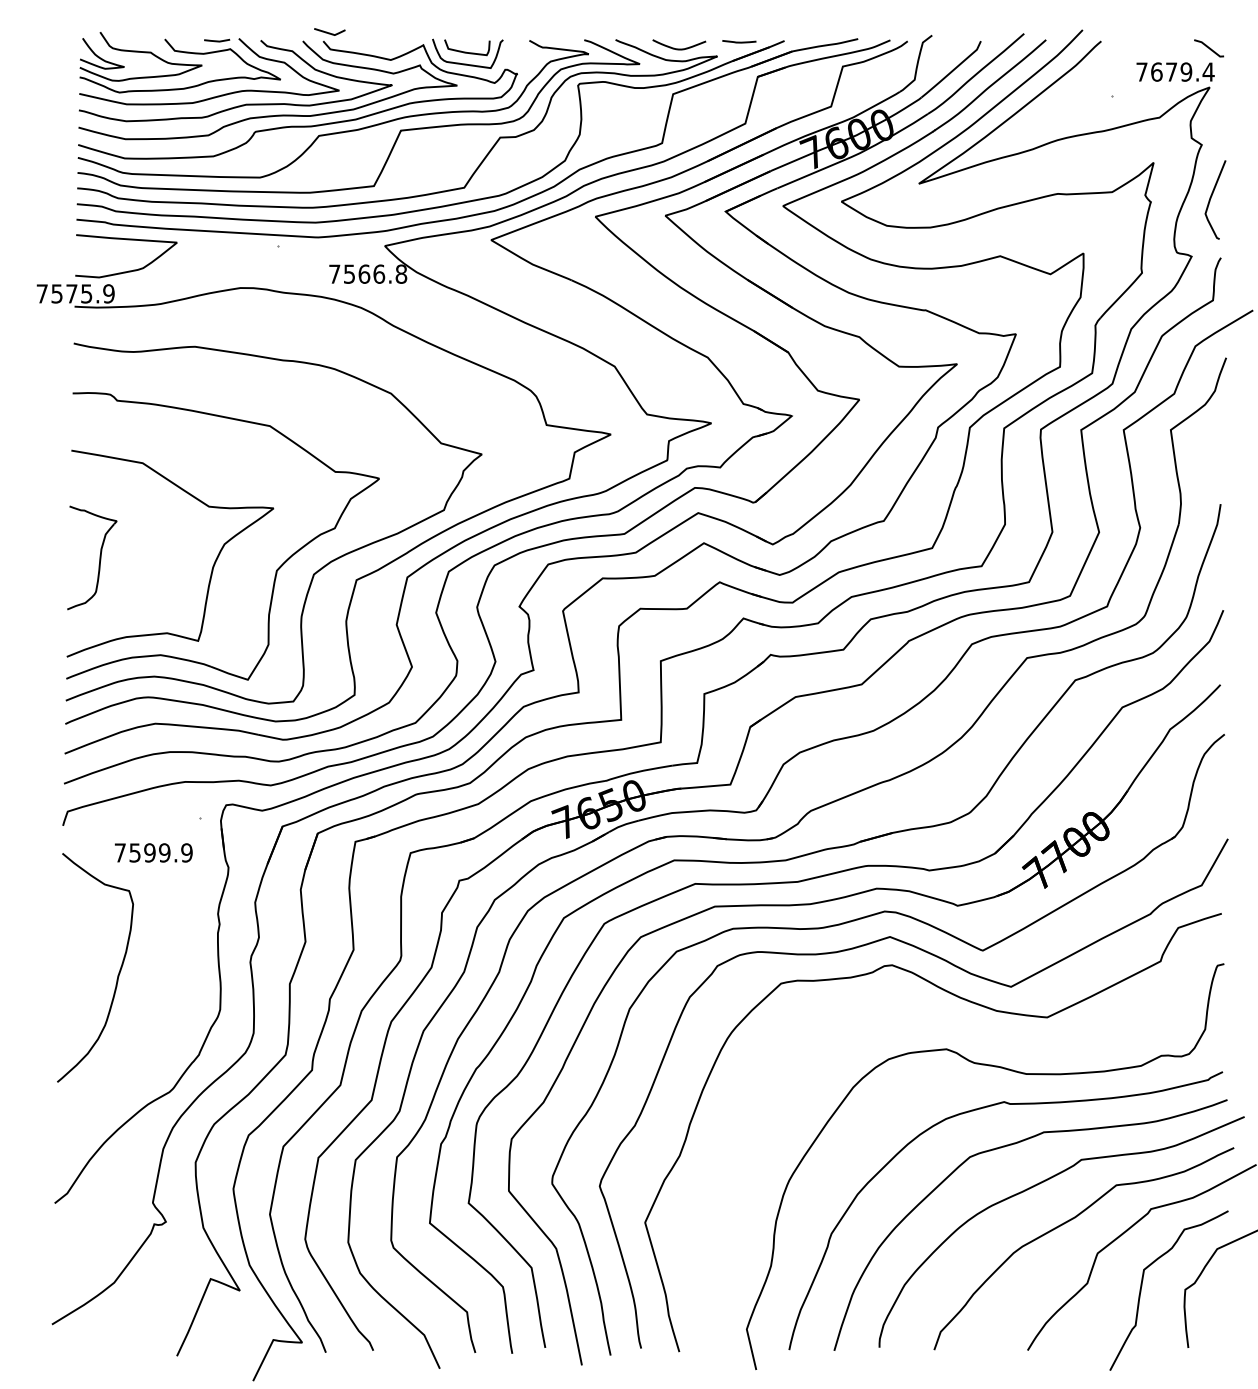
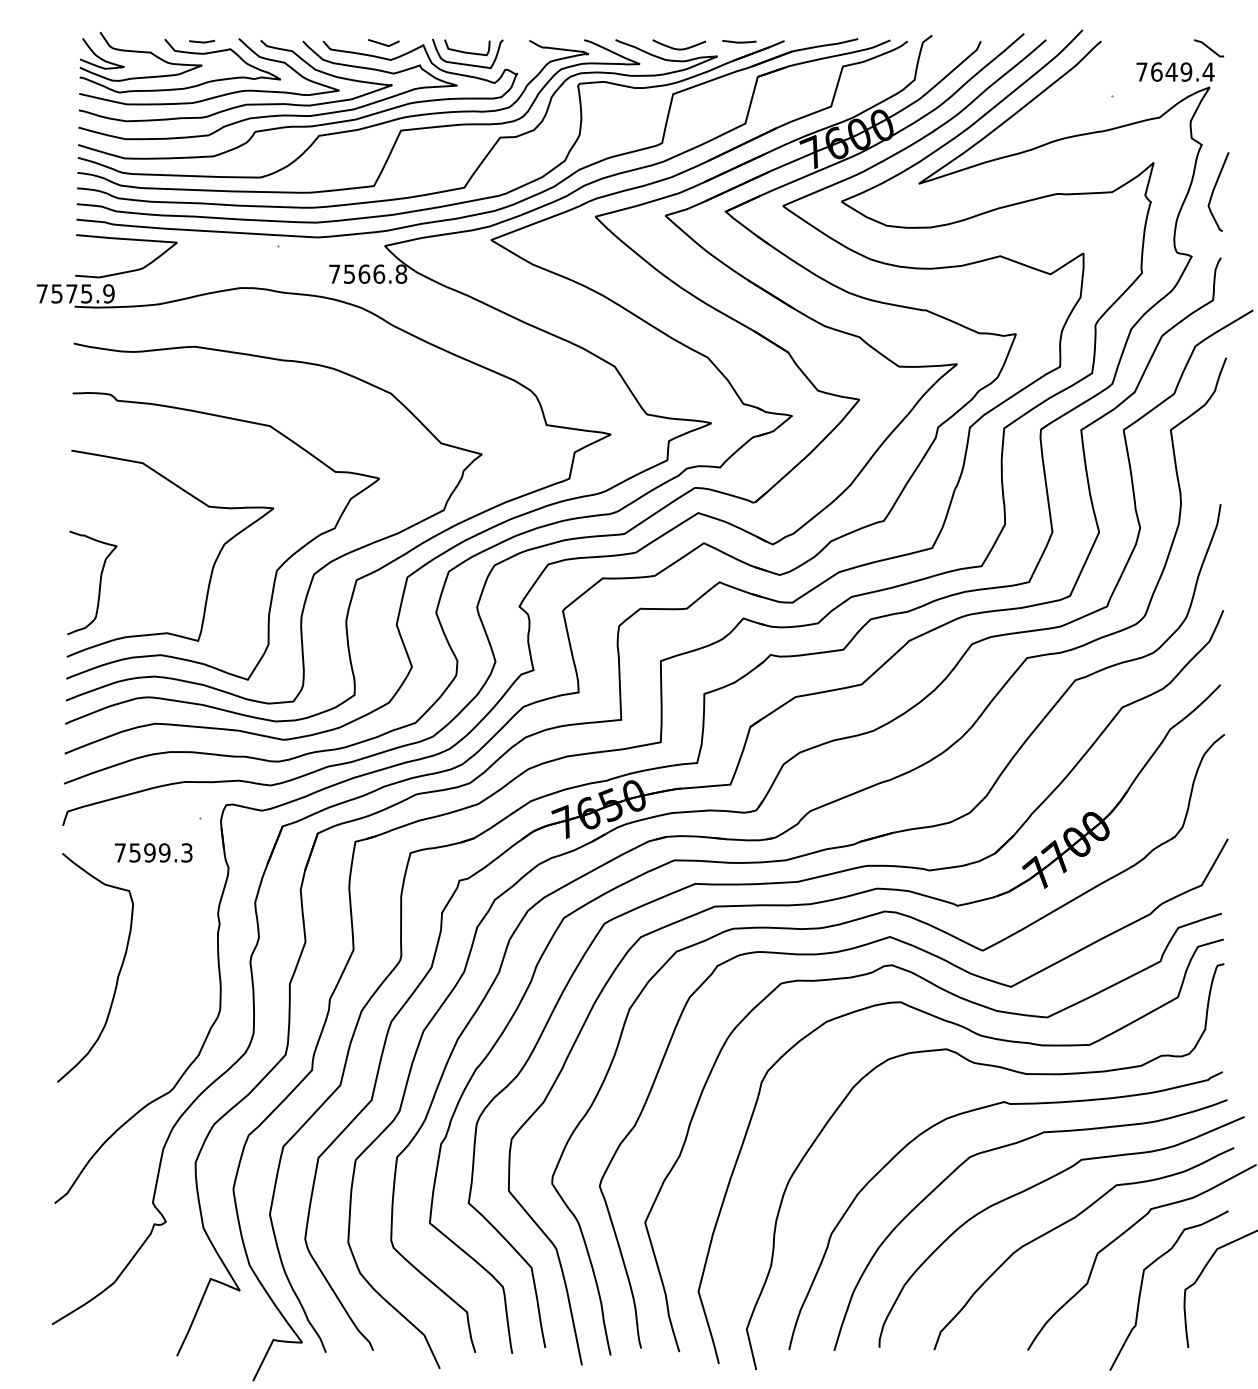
line at (329, 32) position: (329, 32) -> (383, 43)
line at (217, 40) position: (217, 40) -> (202, 41)
text at (1171, 71): 7679.4 -> 7649.4
curve at (1211, 198) position: (1211, 198) -> (1214, 190)
part at (99, 557) position: (99, 557) -> (99, 582)
text at (186, 852): 7599.9 -> 7599.3
curve at (987, 1038): none -> present
